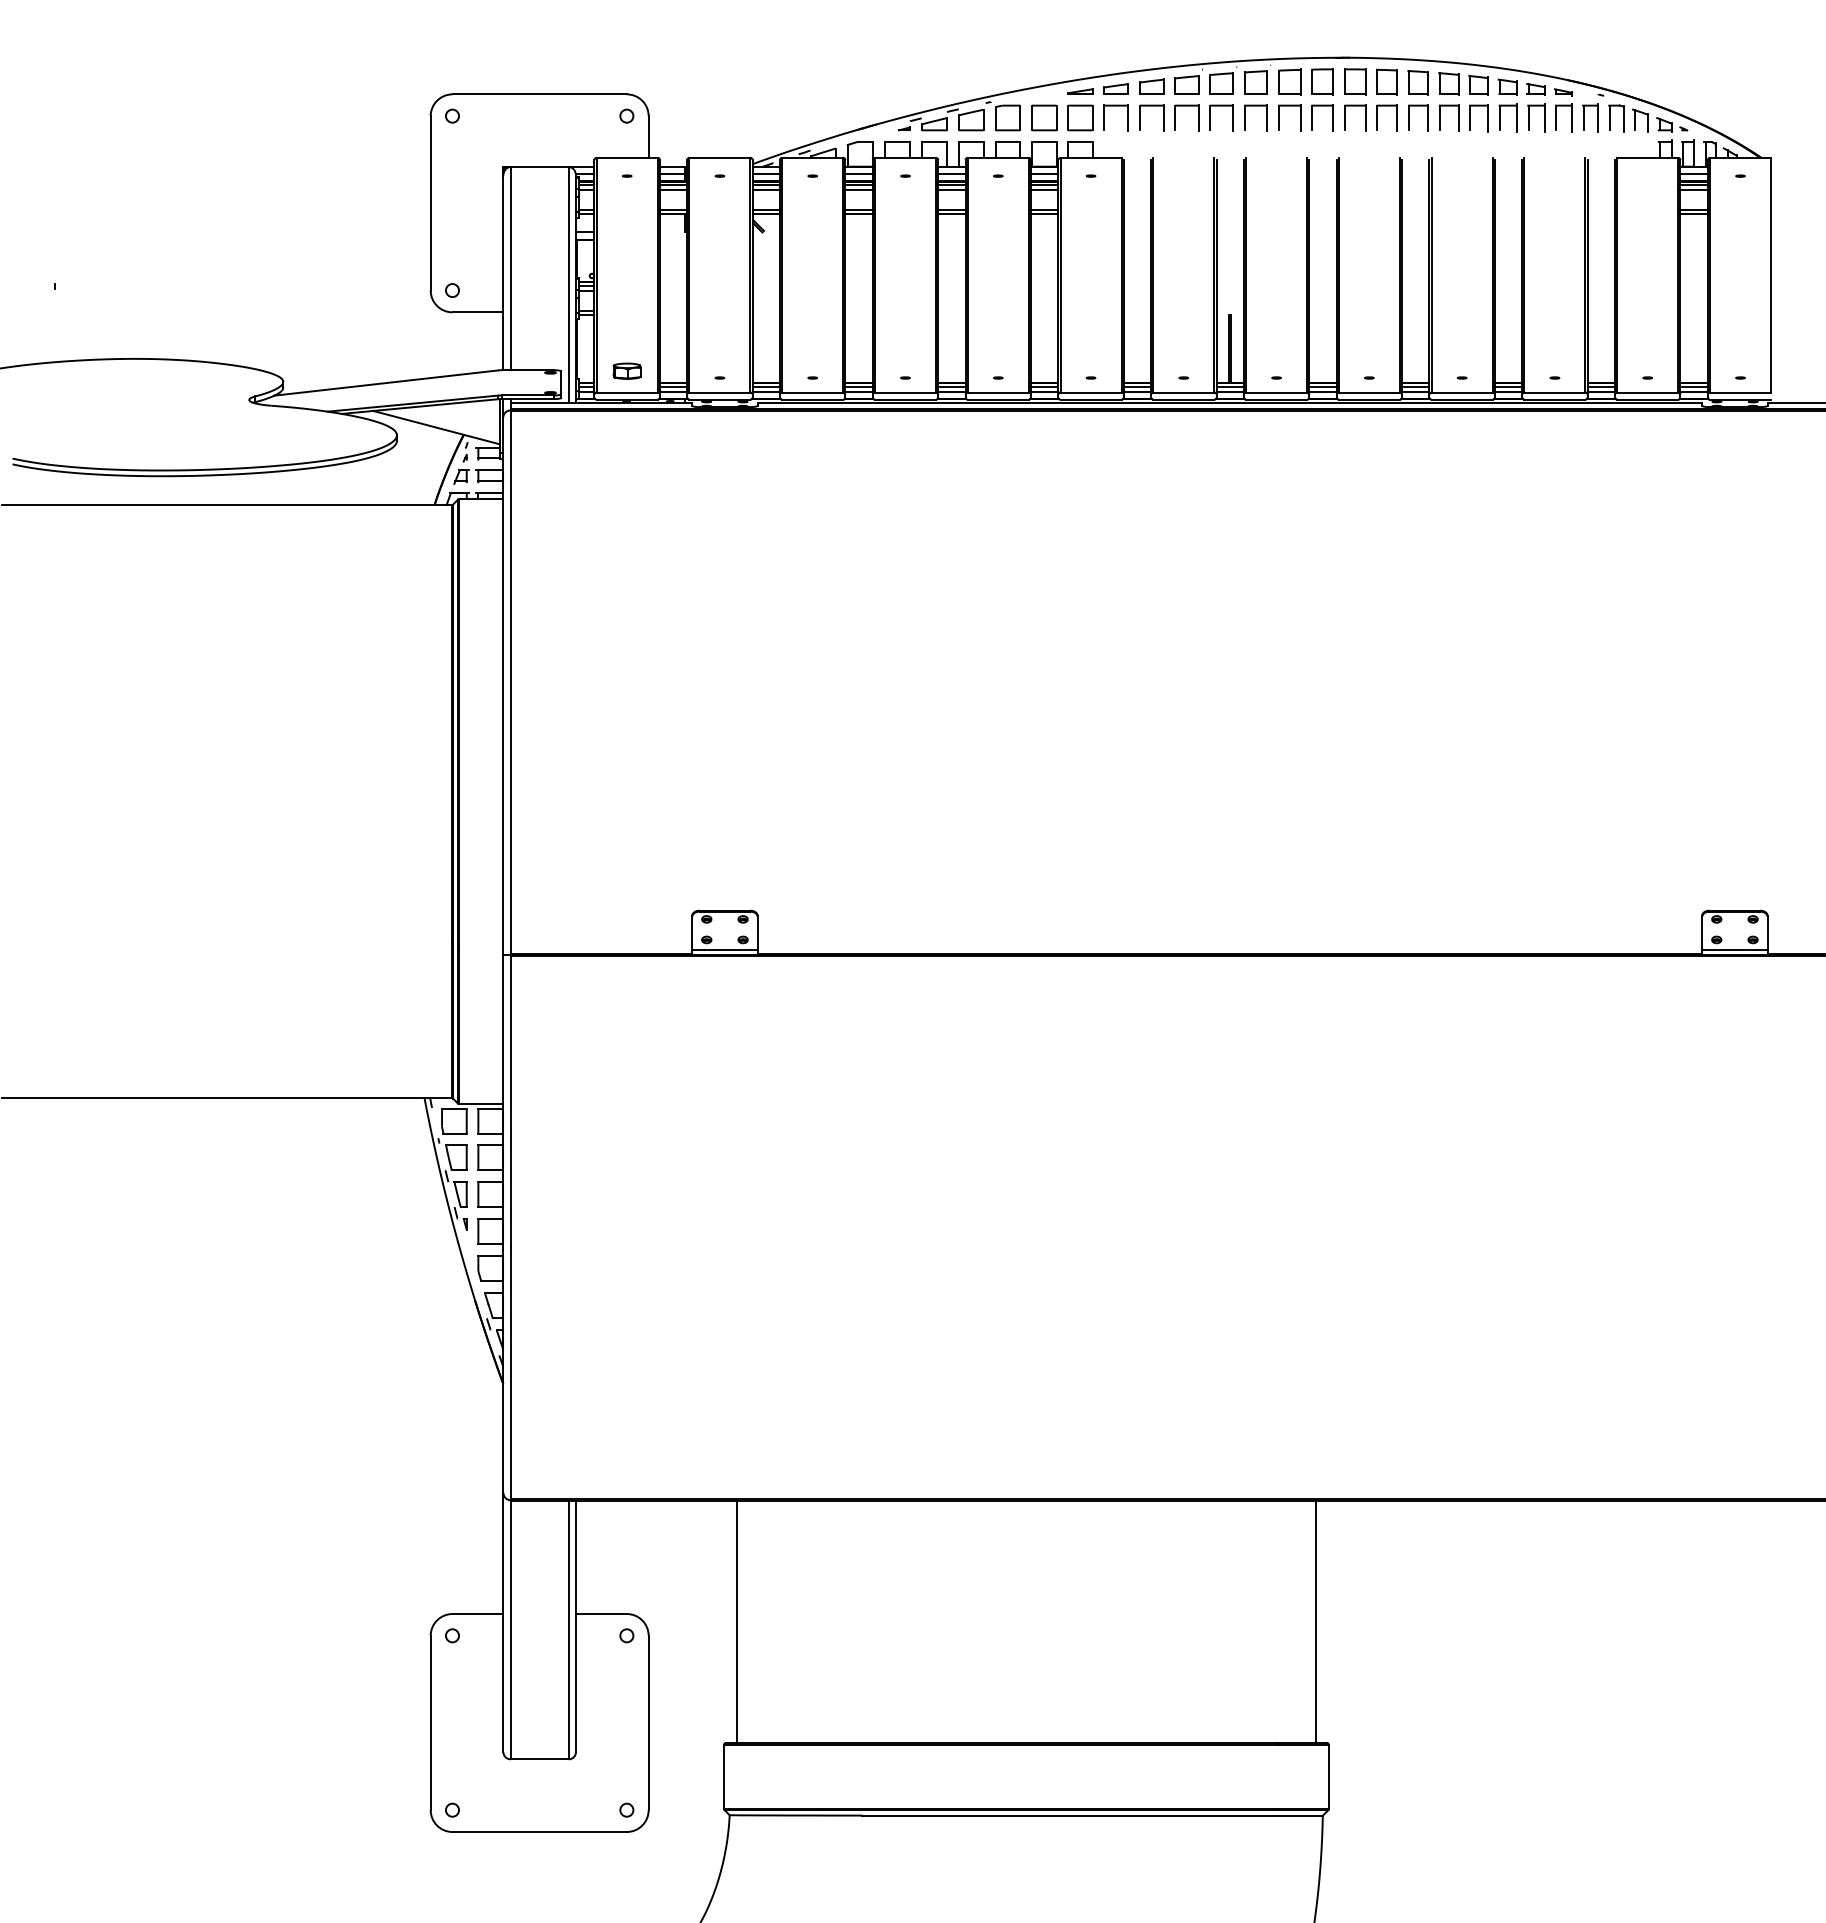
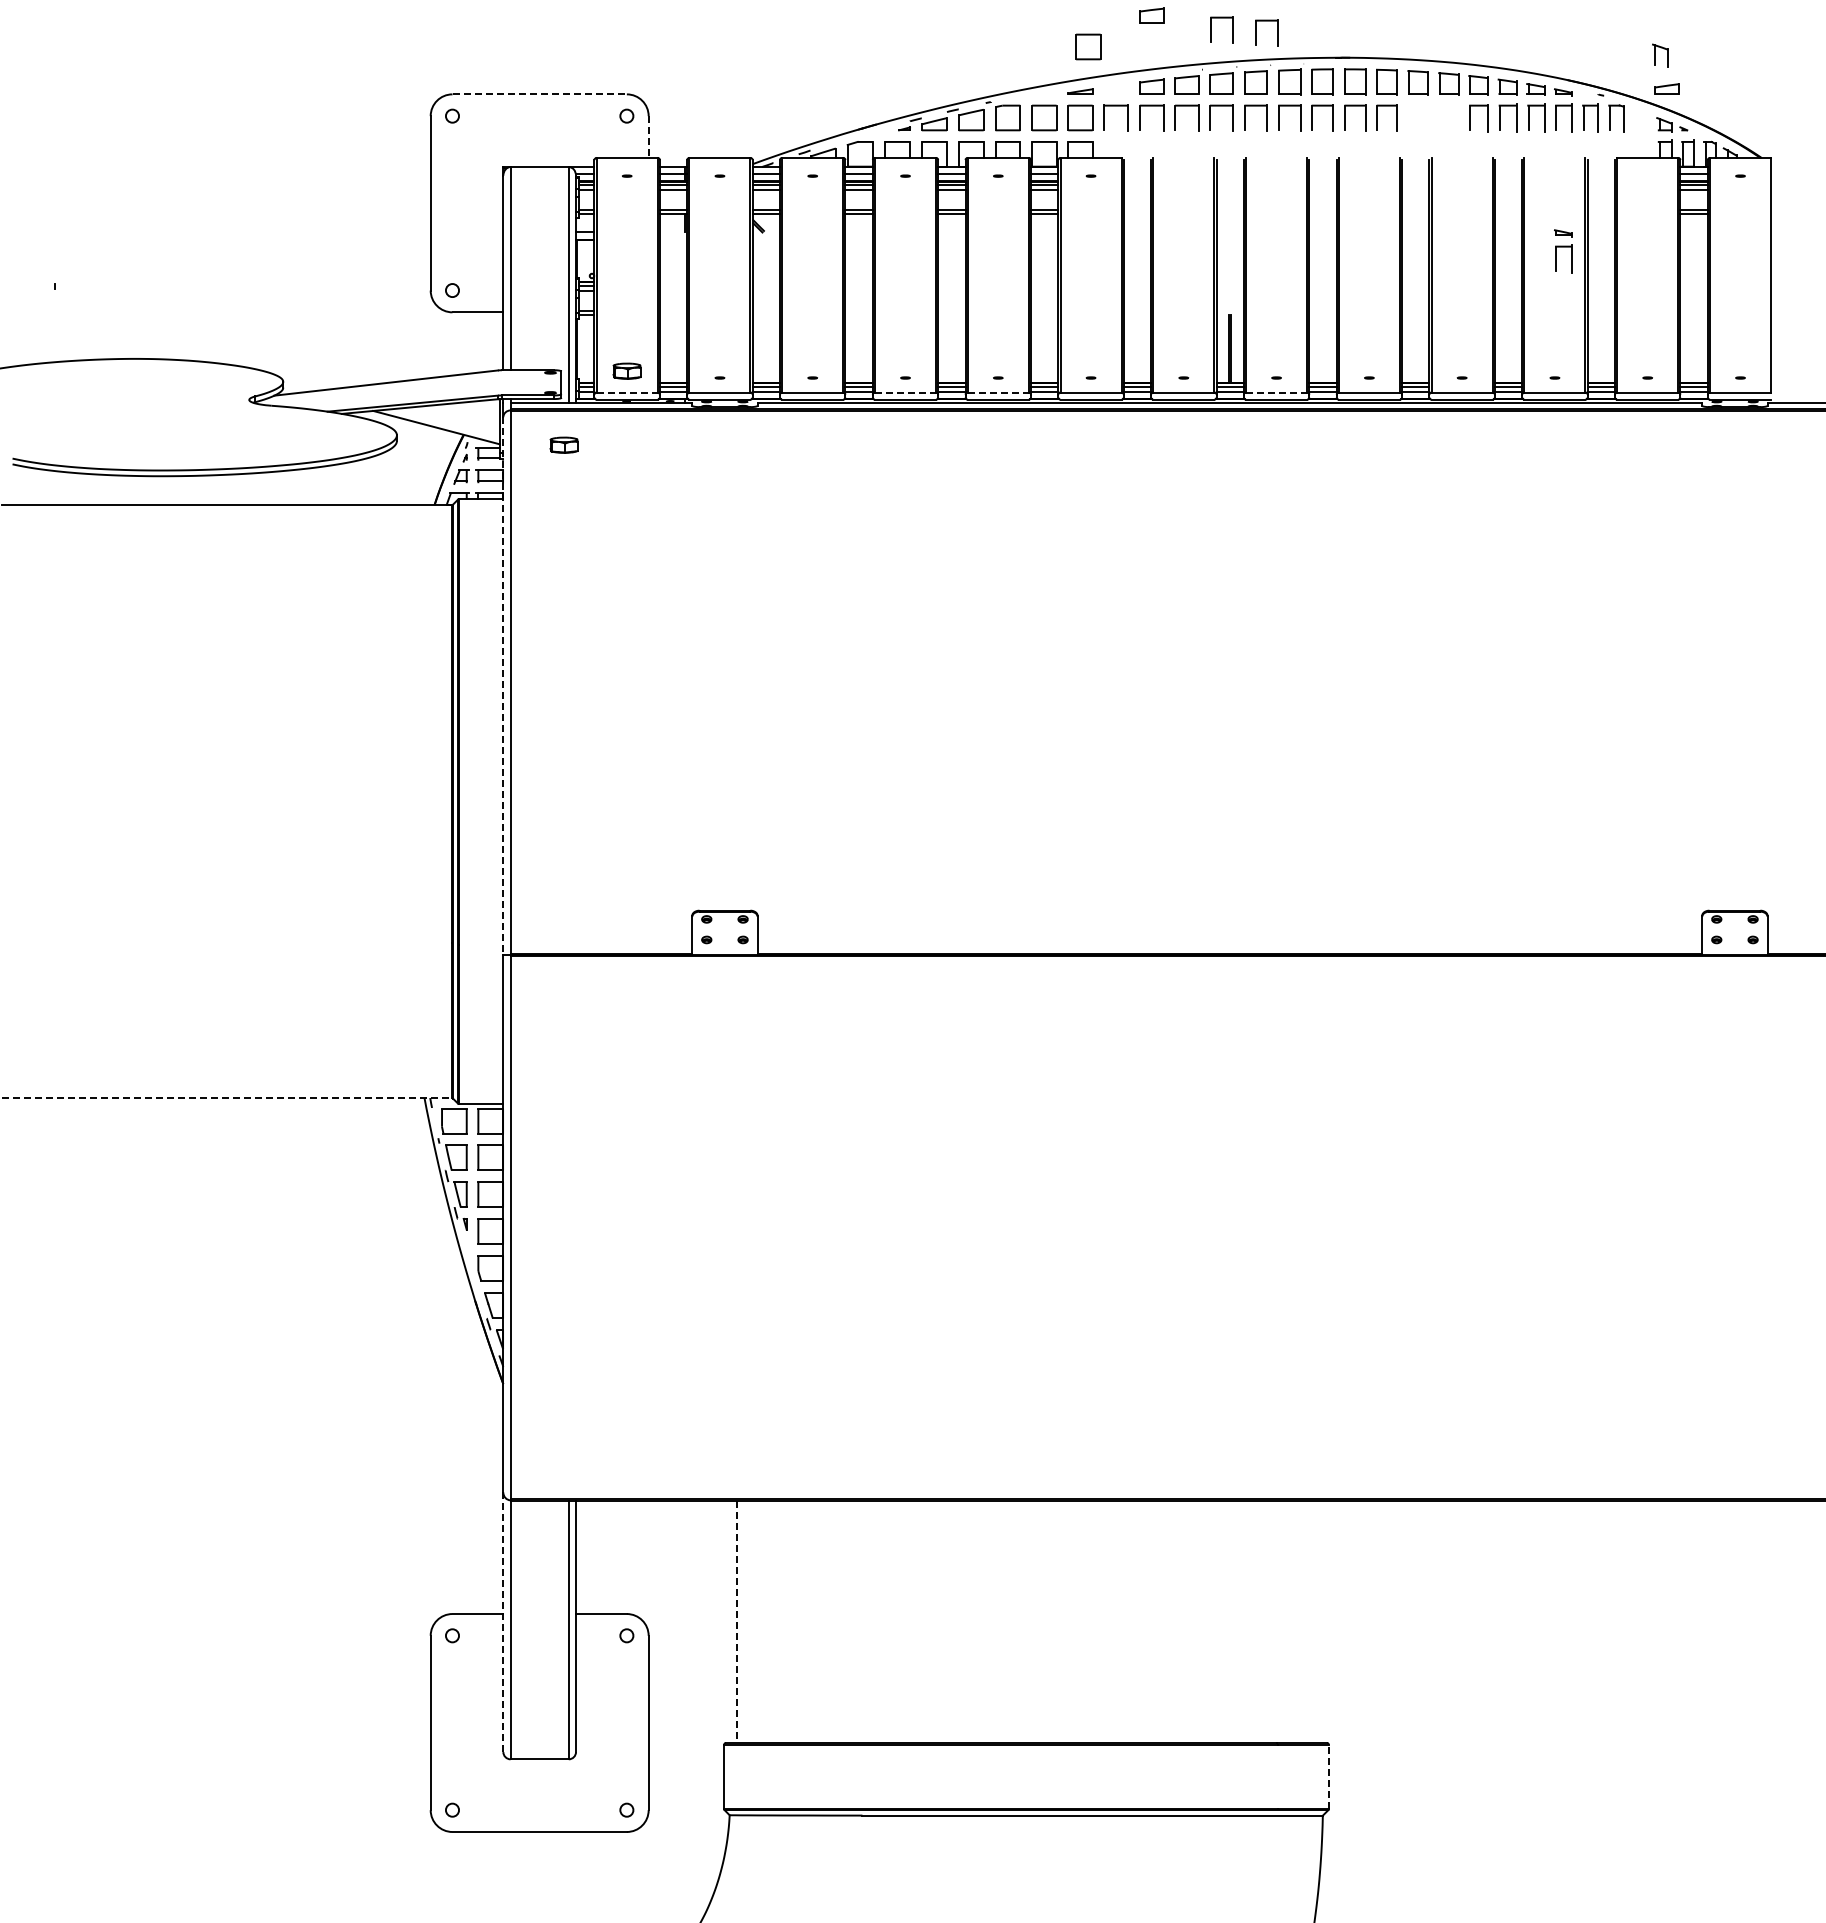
part at (1151, 15): none -> present
part at (1211, 29): none -> present
part at (1256, 32): none -> present
part at (1088, 46): none -> present
part at (1115, 88) position: (1115, 88) -> (1666, 88)
line at (540, 94): solid -> dashed
part at (1409, 117): present -> none
part at (1440, 117): present -> none
part at (1640, 120) position: (1640, 120) -> (1660, 55)
line at (648, 137): solid -> dashed
part at (1563, 251): none -> present
line at (627, 392): solid -> dashed
line at (905, 392): solid -> dashed
line at (998, 392): solid -> dashed
line at (1276, 392): solid -> dashed
part at (563, 444): none -> present
line at (503, 686): solid -> dashed
line at (724, 950): present -> none
line at (1734, 950): present -> none
line at (226, 1098): solid -> dashed
line at (1316, 1621): present -> none
line at (503, 1622): solid -> dashed
line at (736, 1622): solid -> dashed
line at (1328, 1776): solid -> dashed
